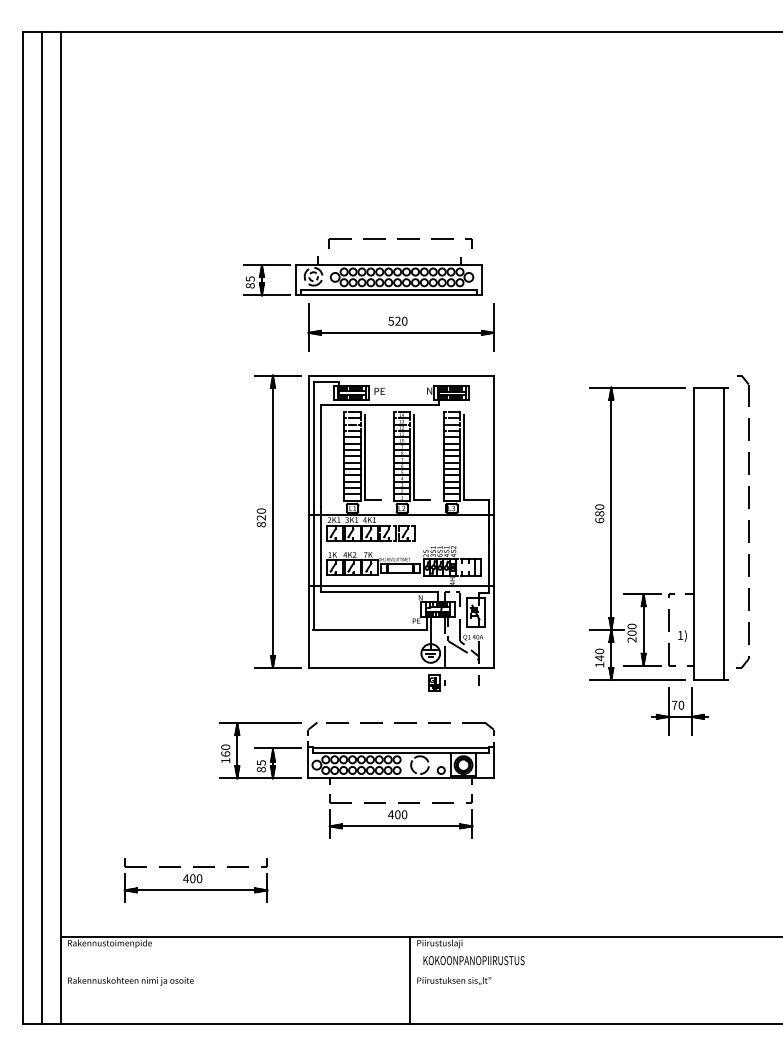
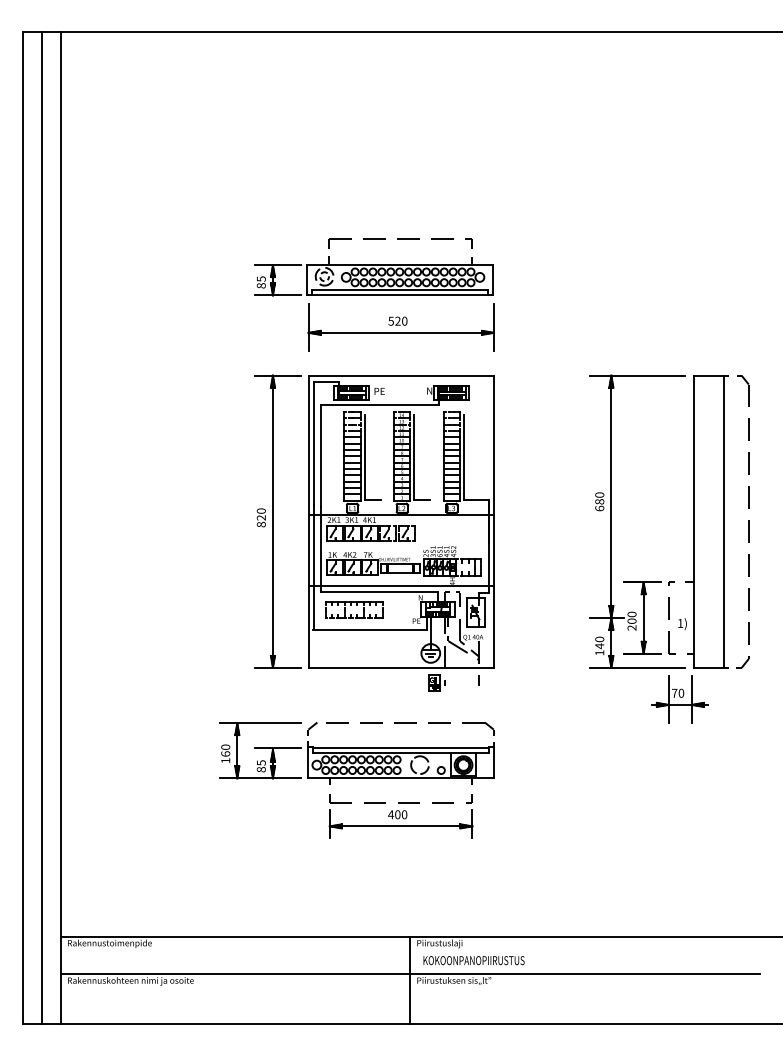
part at (362, 276) position: (362, 276) -> (373, 276)
part at (658, 593) position: (658, 593) -> (658, 581)
part at (354, 609): none -> present
part at (195, 880): present -> none
line at (409, 974): none -> present
